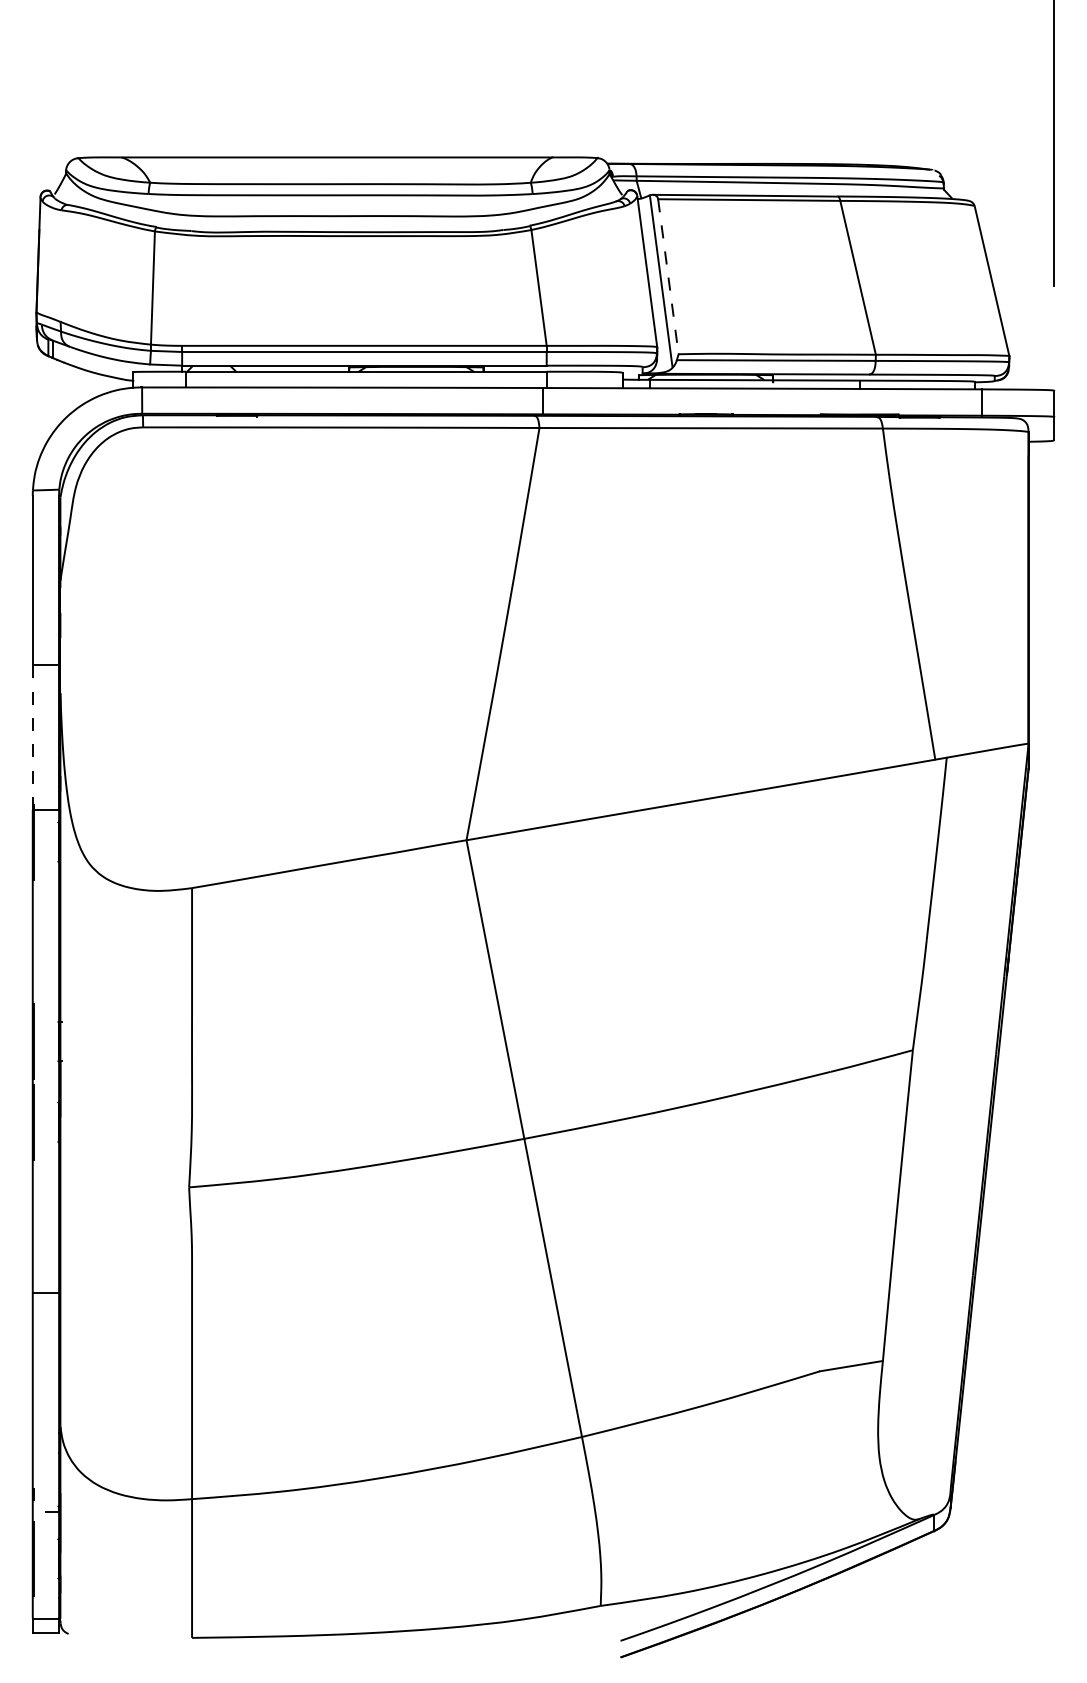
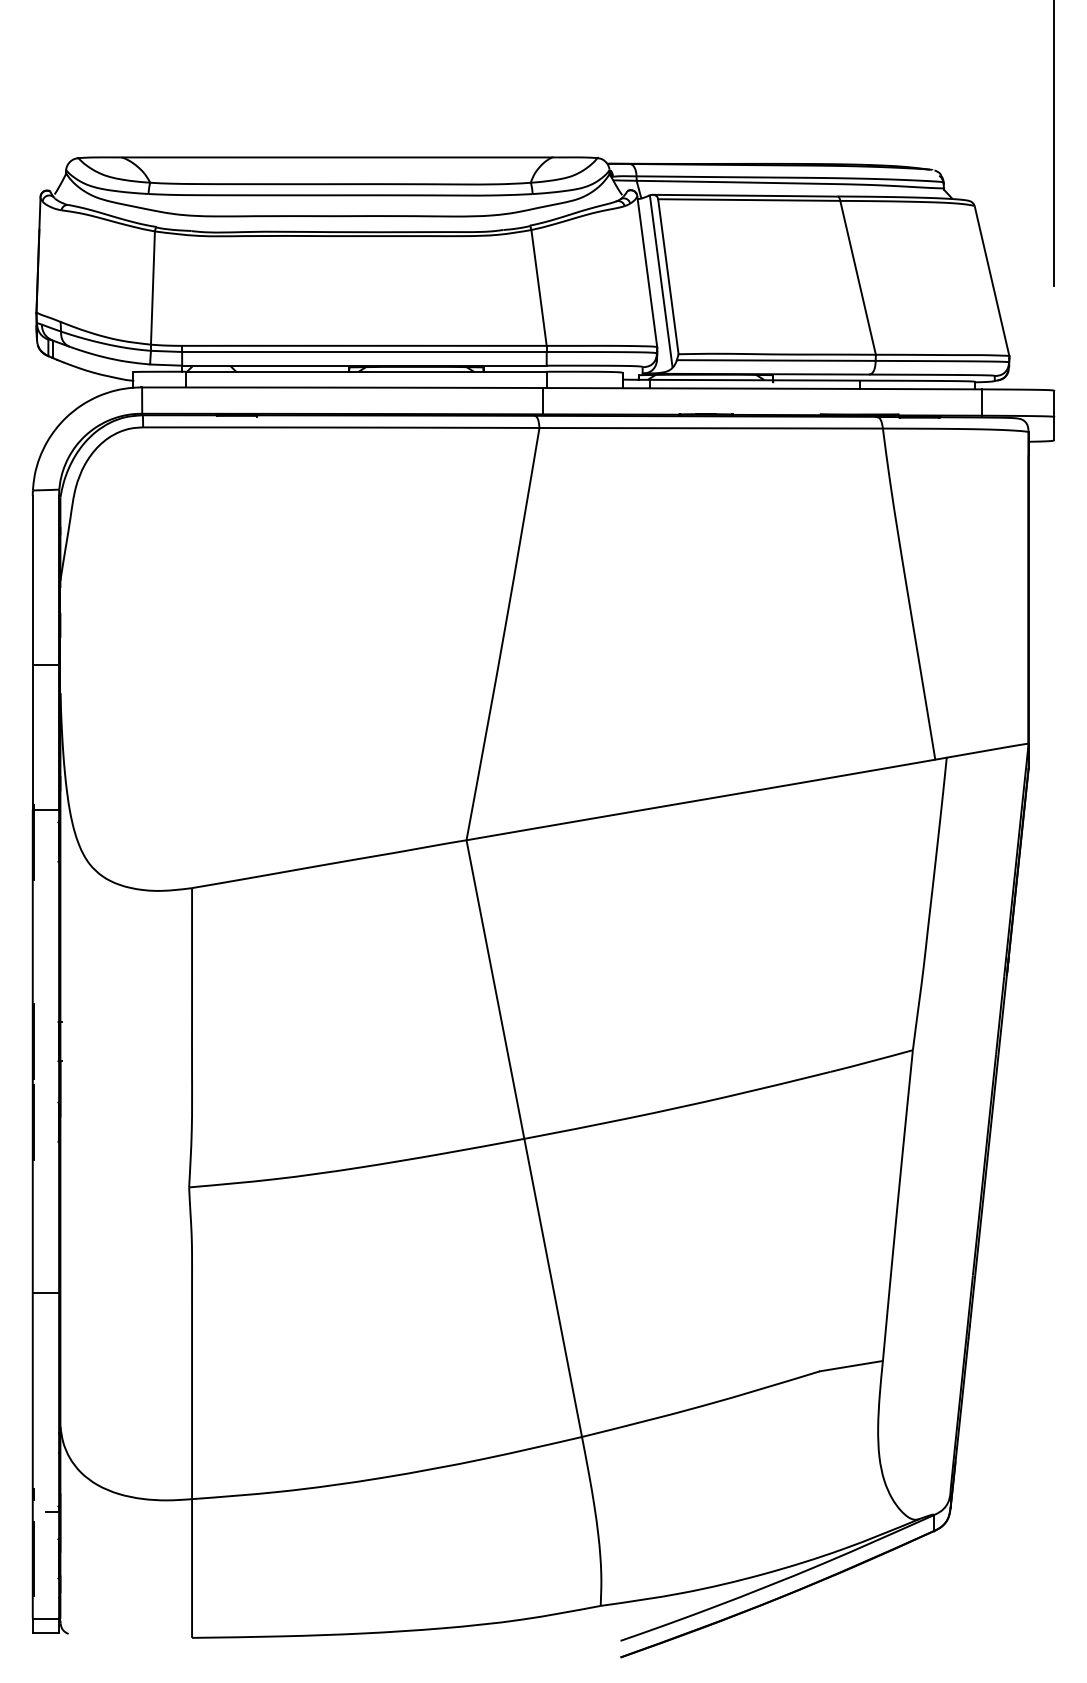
line at (668, 277): dashed -> solid
line at (32, 737): dashed -> solid
